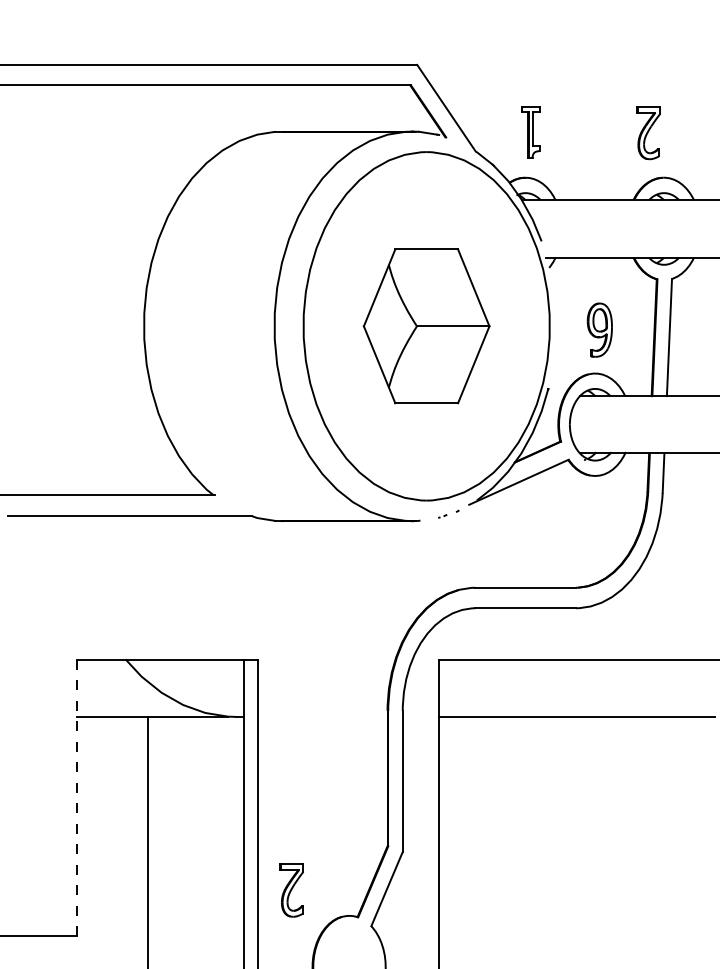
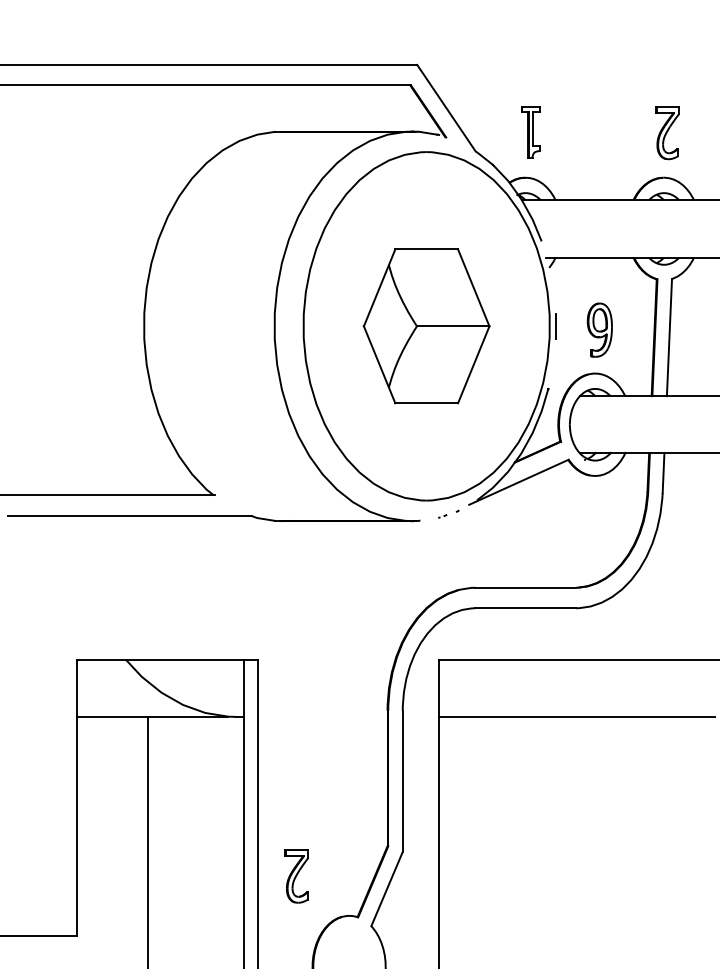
part at (648, 133) position: (648, 133) -> (667, 133)
line at (555, 325): none -> present
line at (76, 798): dashed -> solid
part at (291, 890) position: (291, 890) -> (296, 876)
